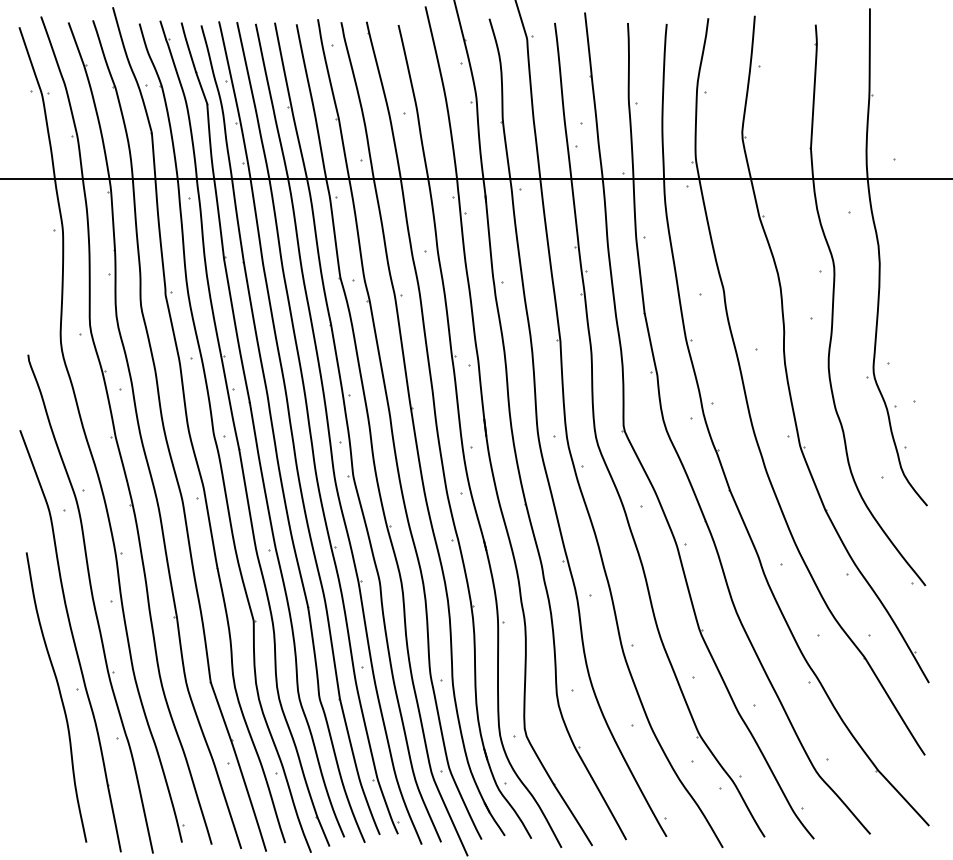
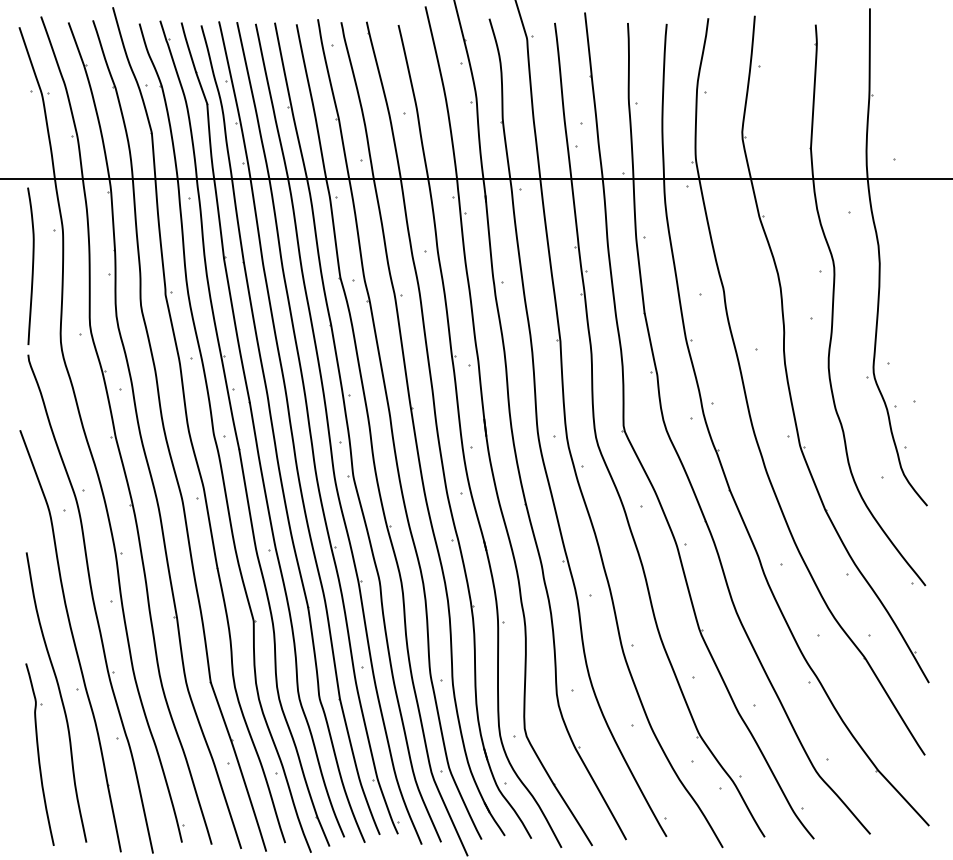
curve at (32, 265): none -> present
part at (39, 754): none -> present
